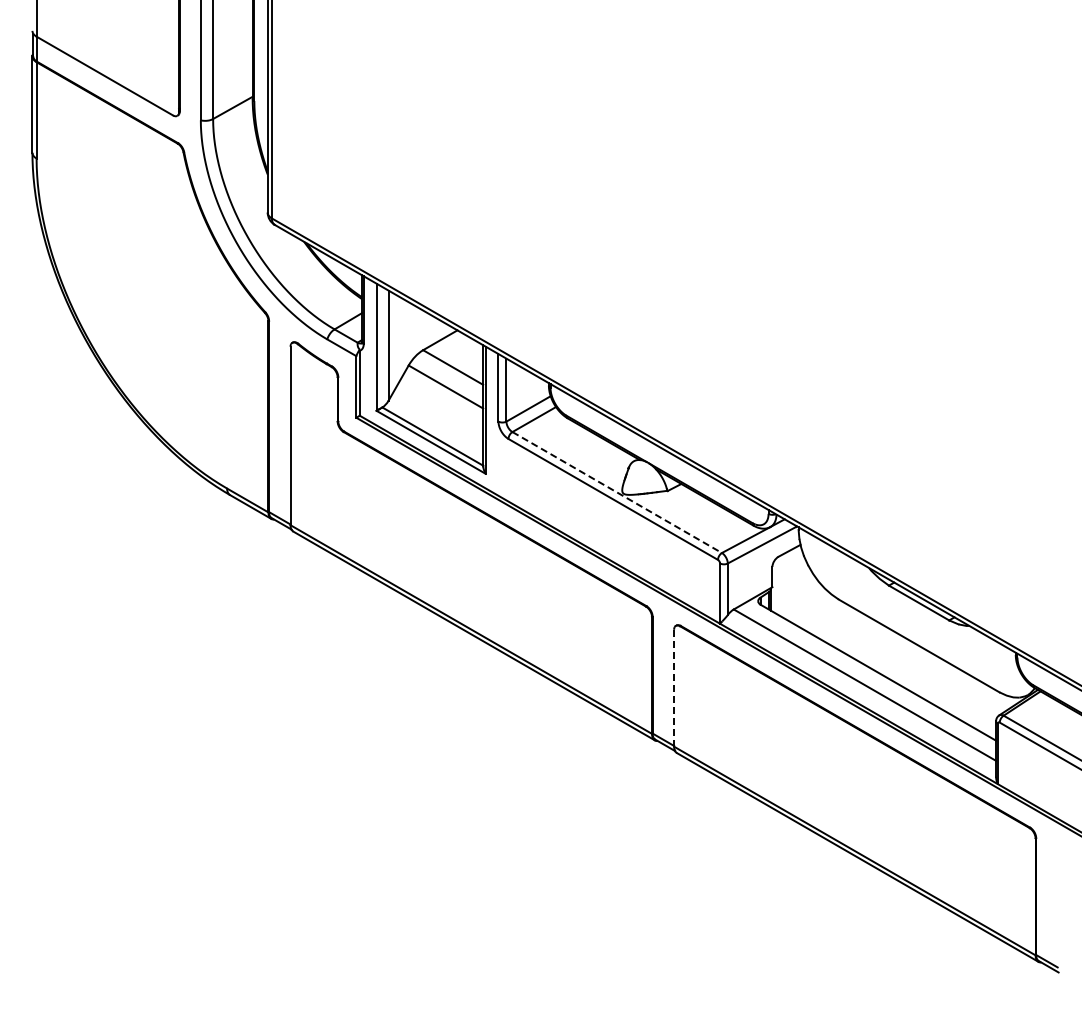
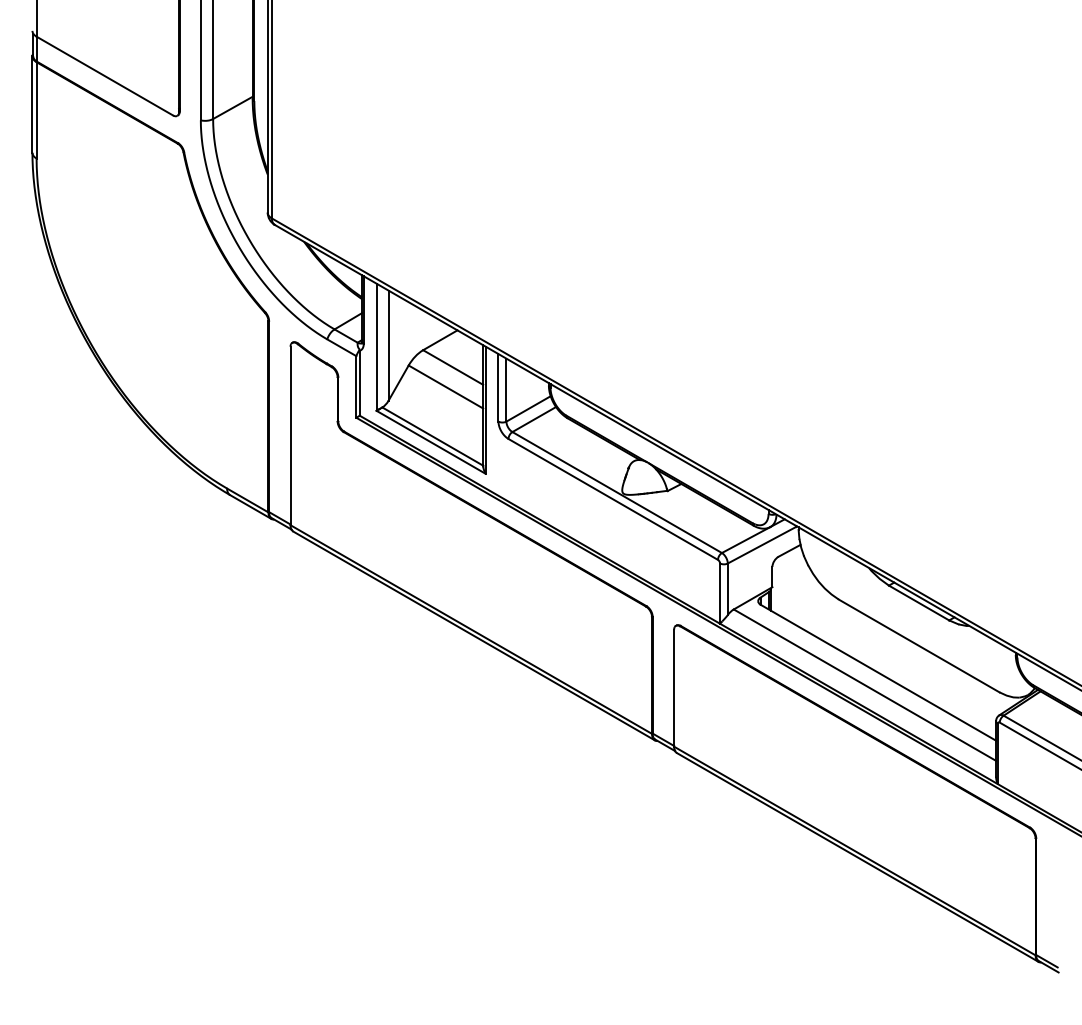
line at (617, 492): dashed -> solid
line at (674, 687): dashed -> solid
